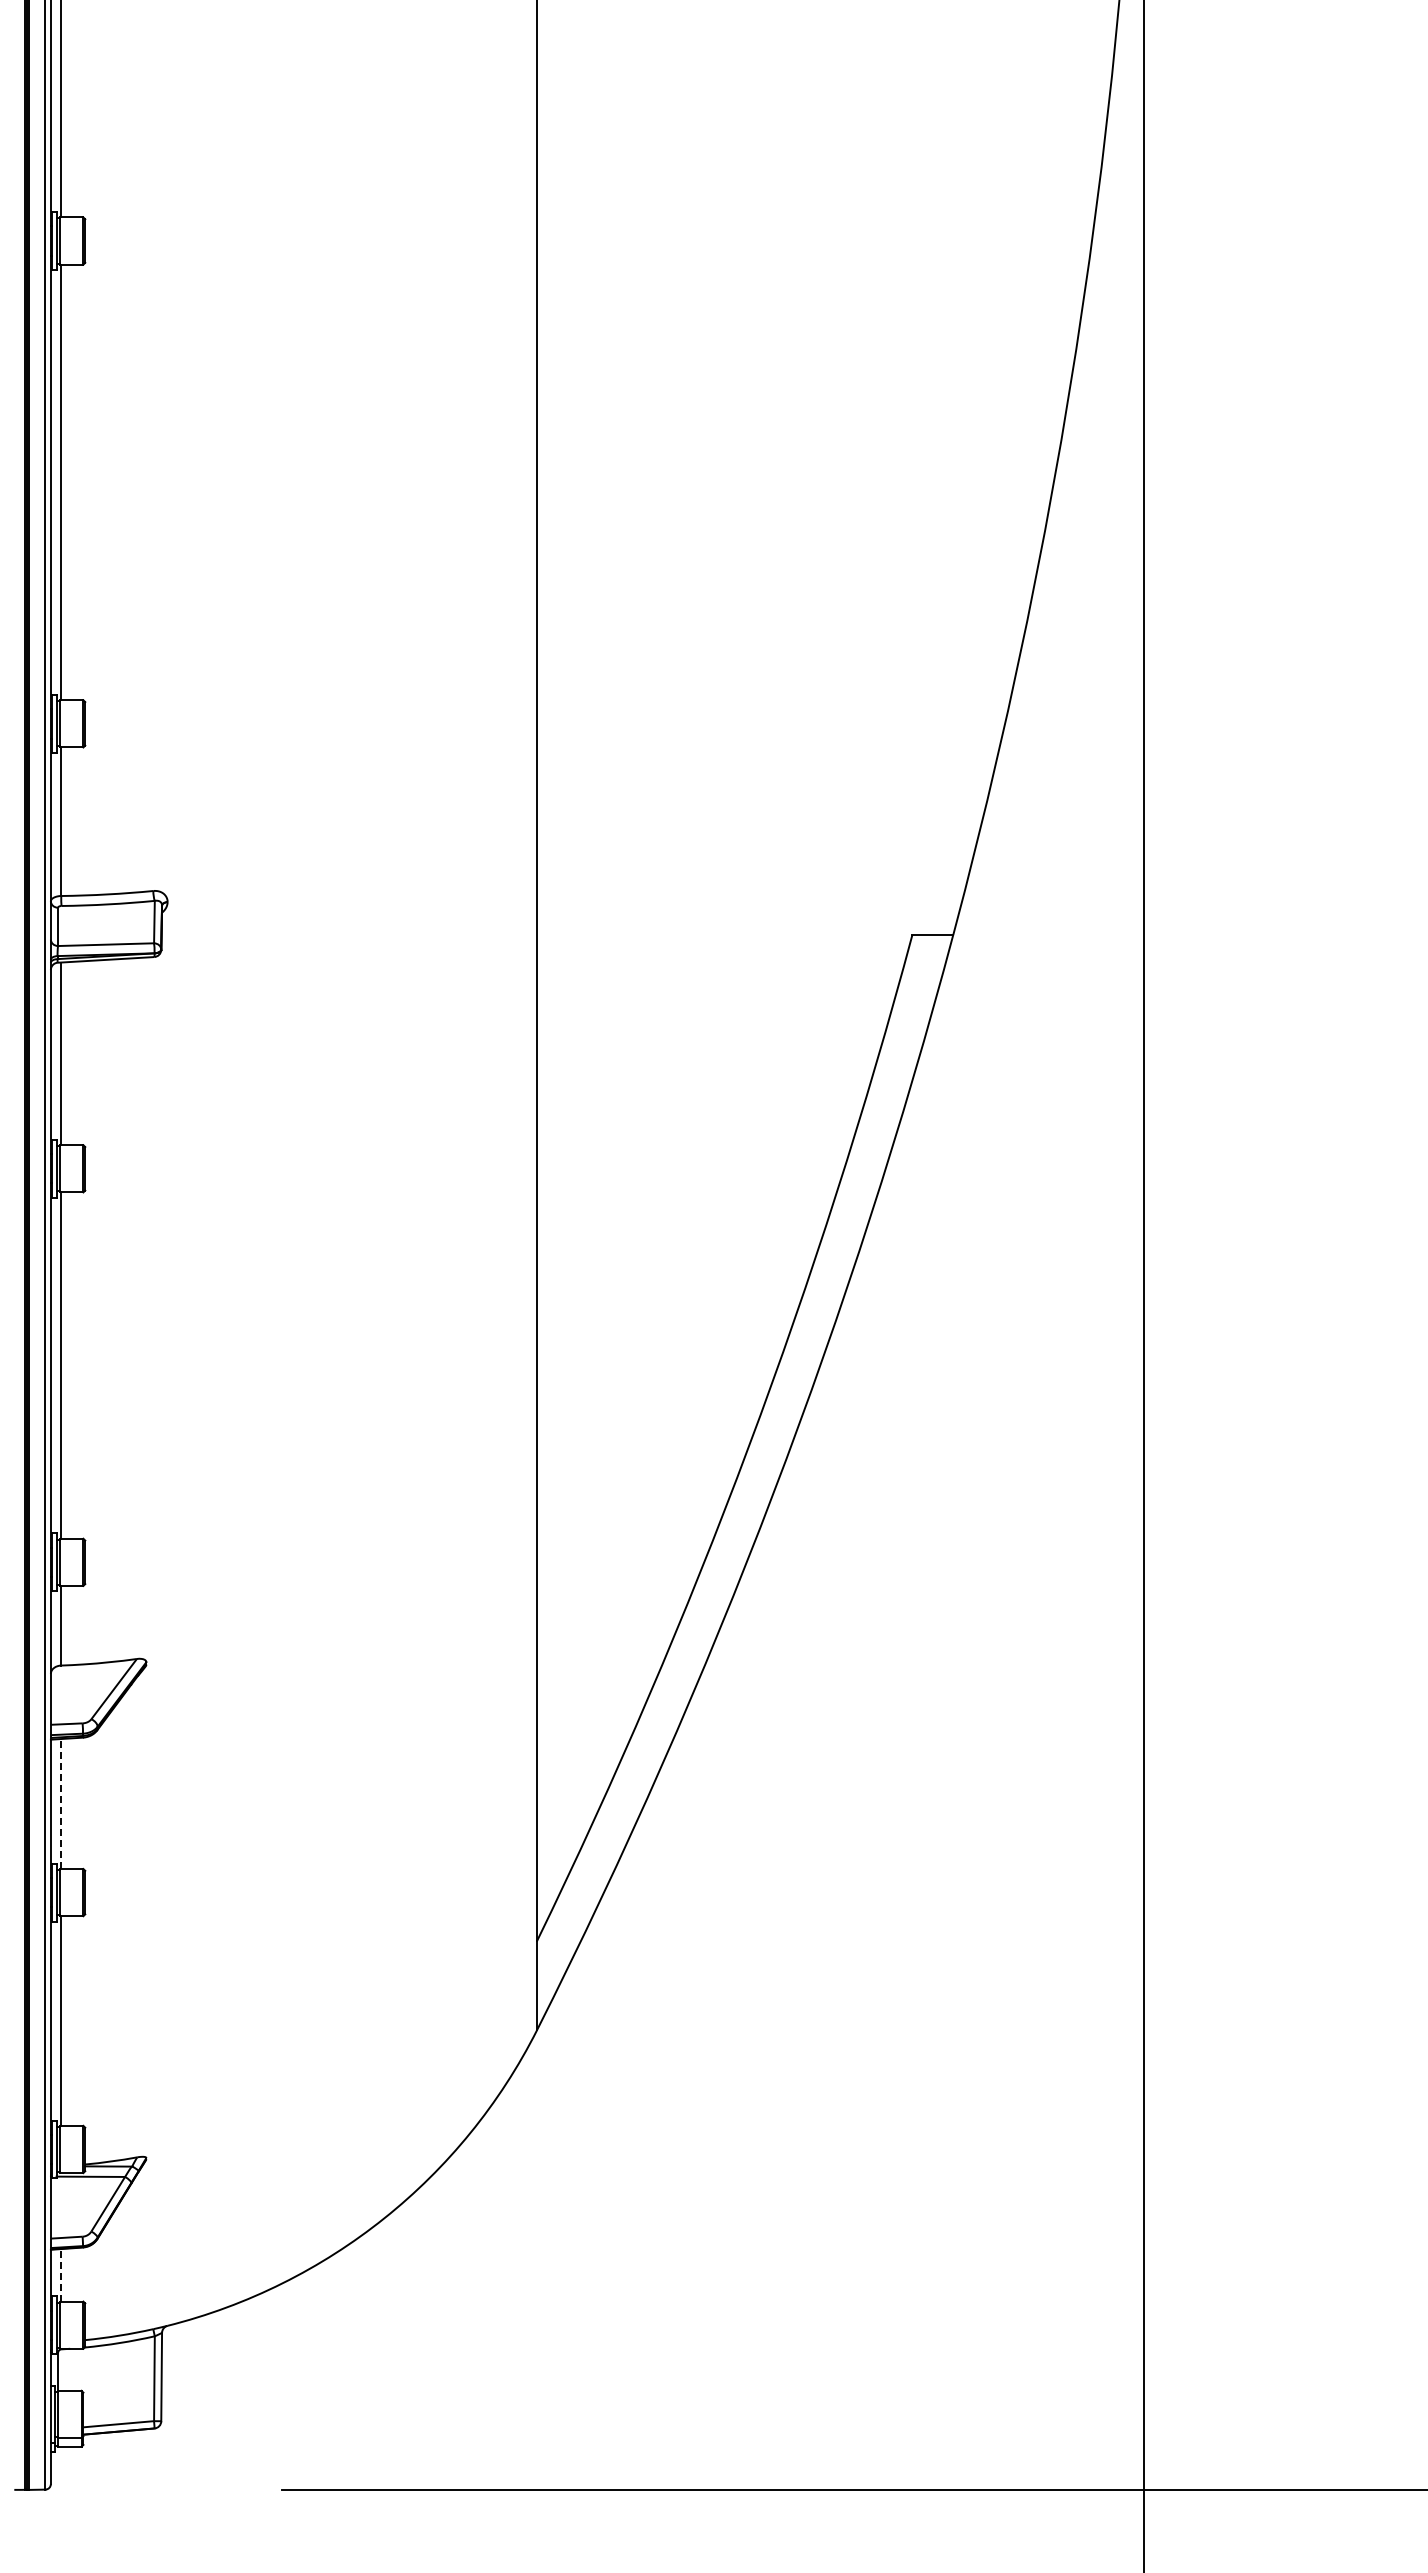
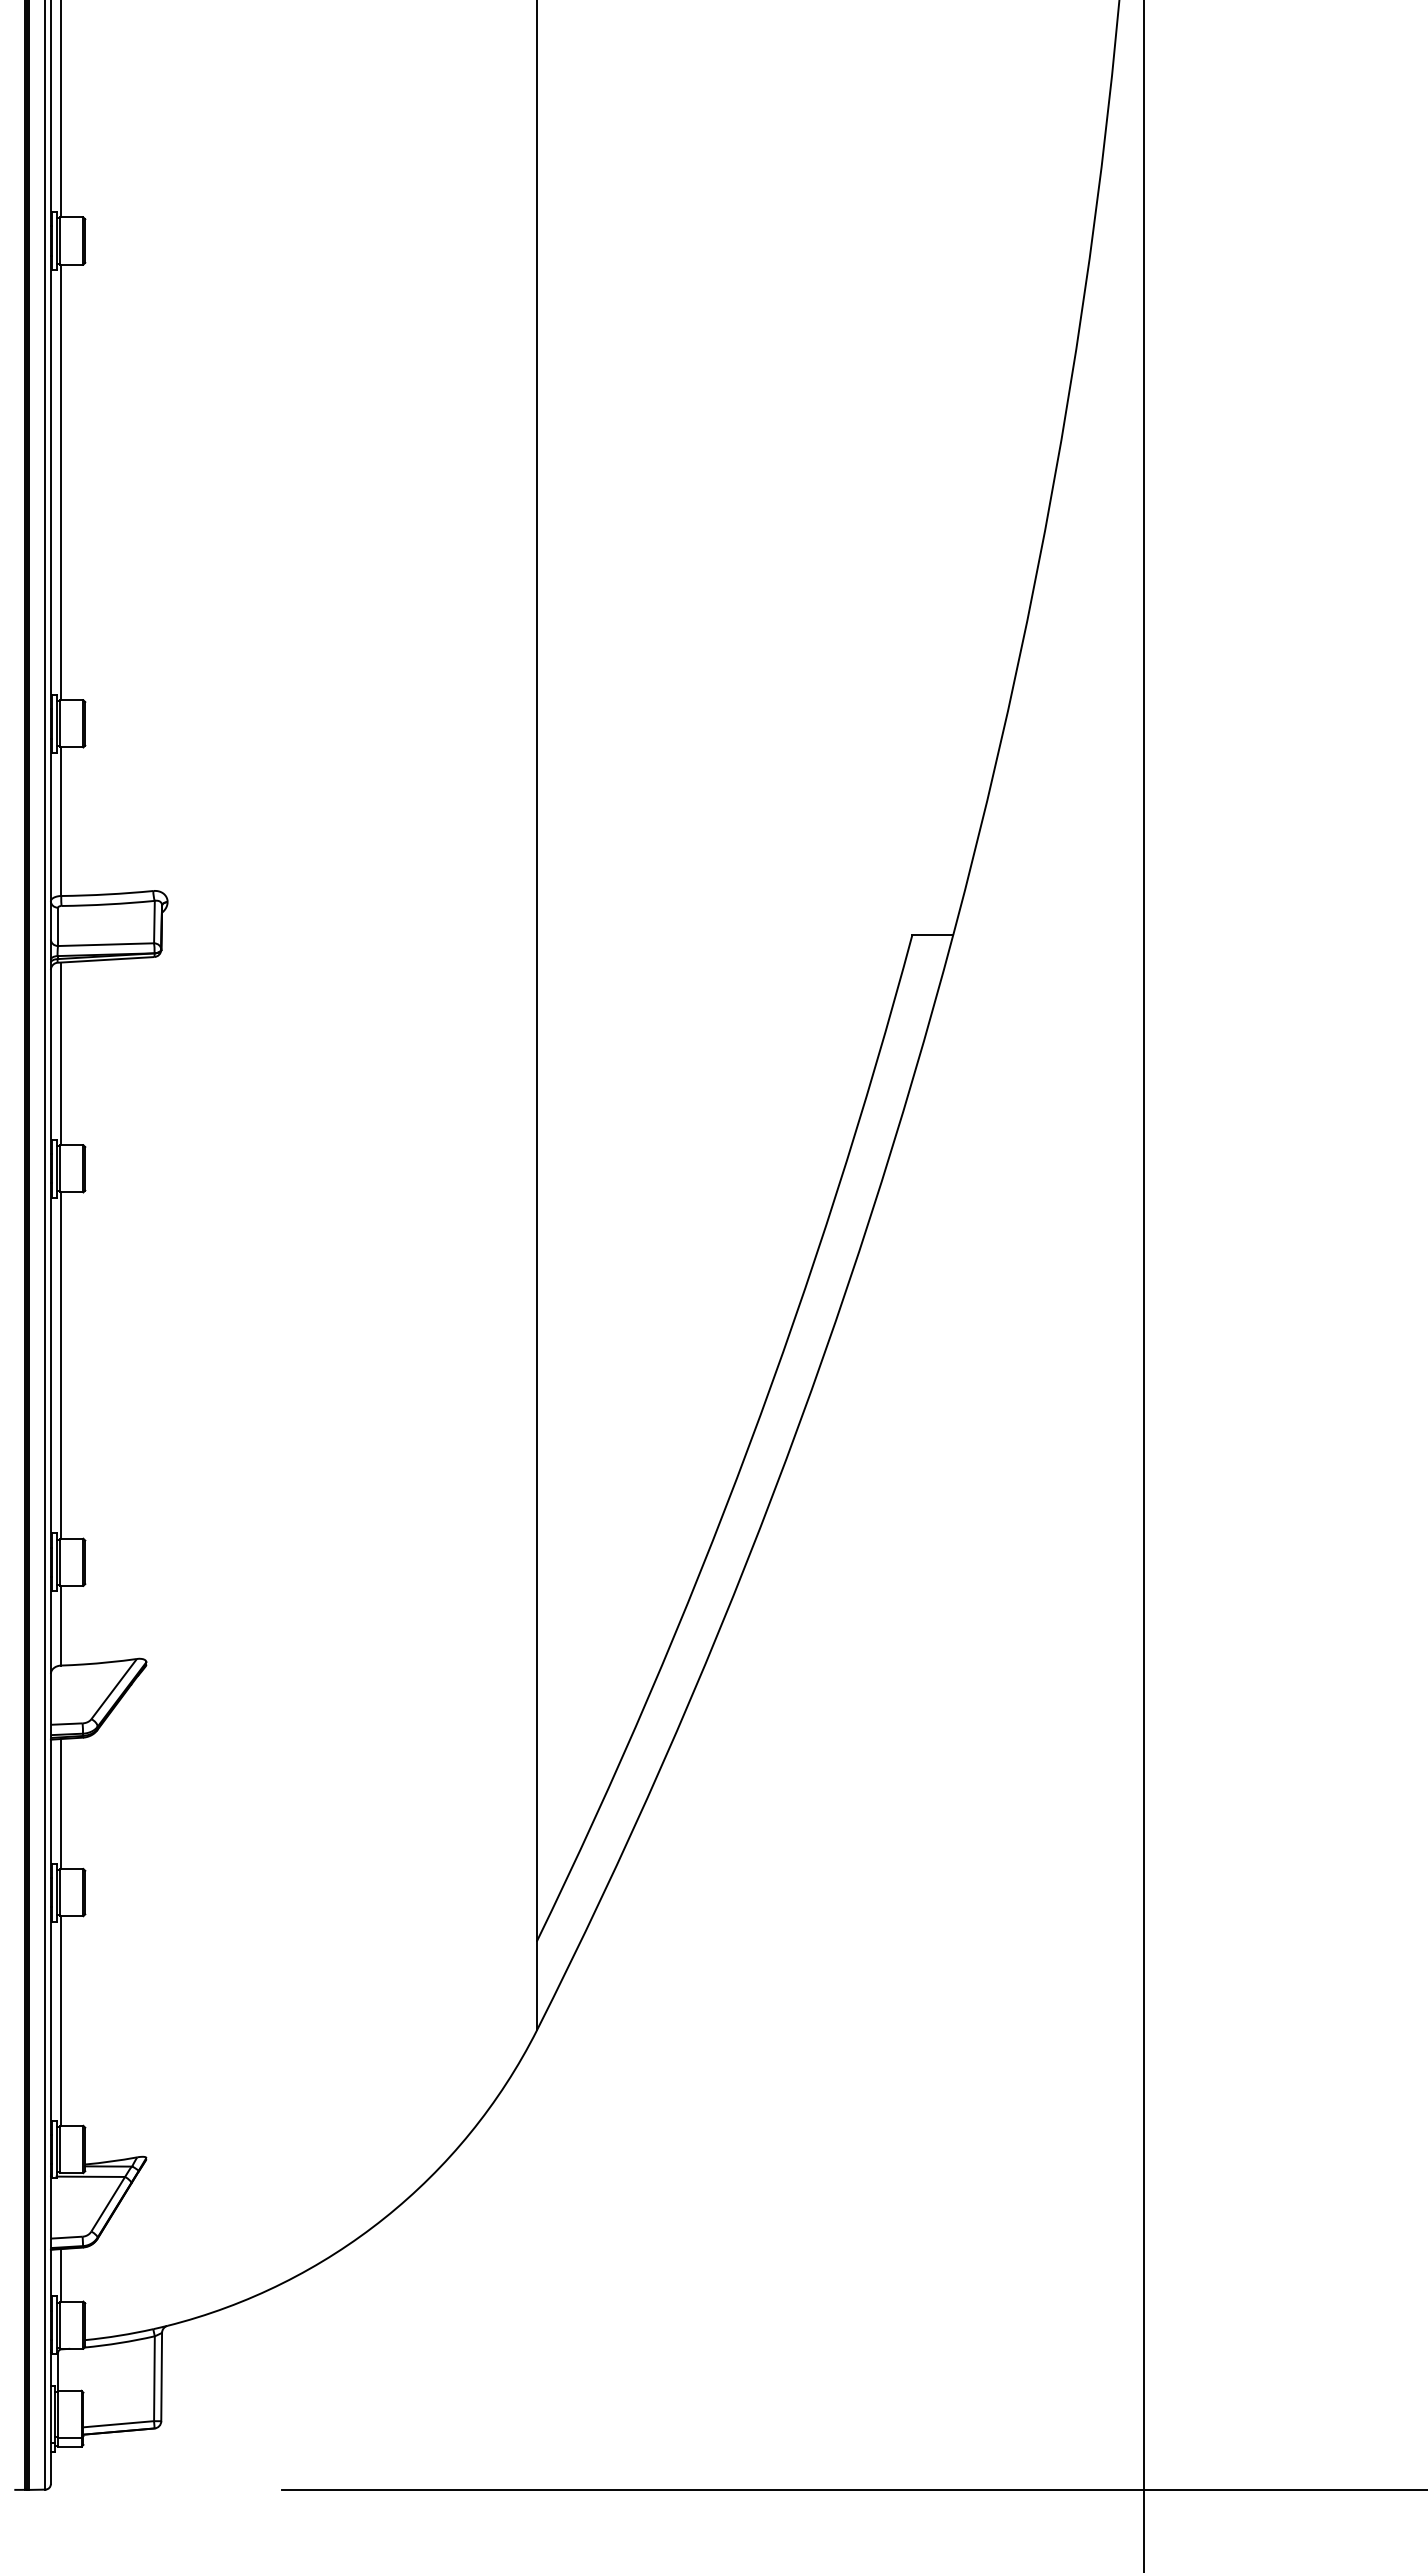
line at (61, 1804): dashed -> solid
line at (61, 2274): dashed -> solid
